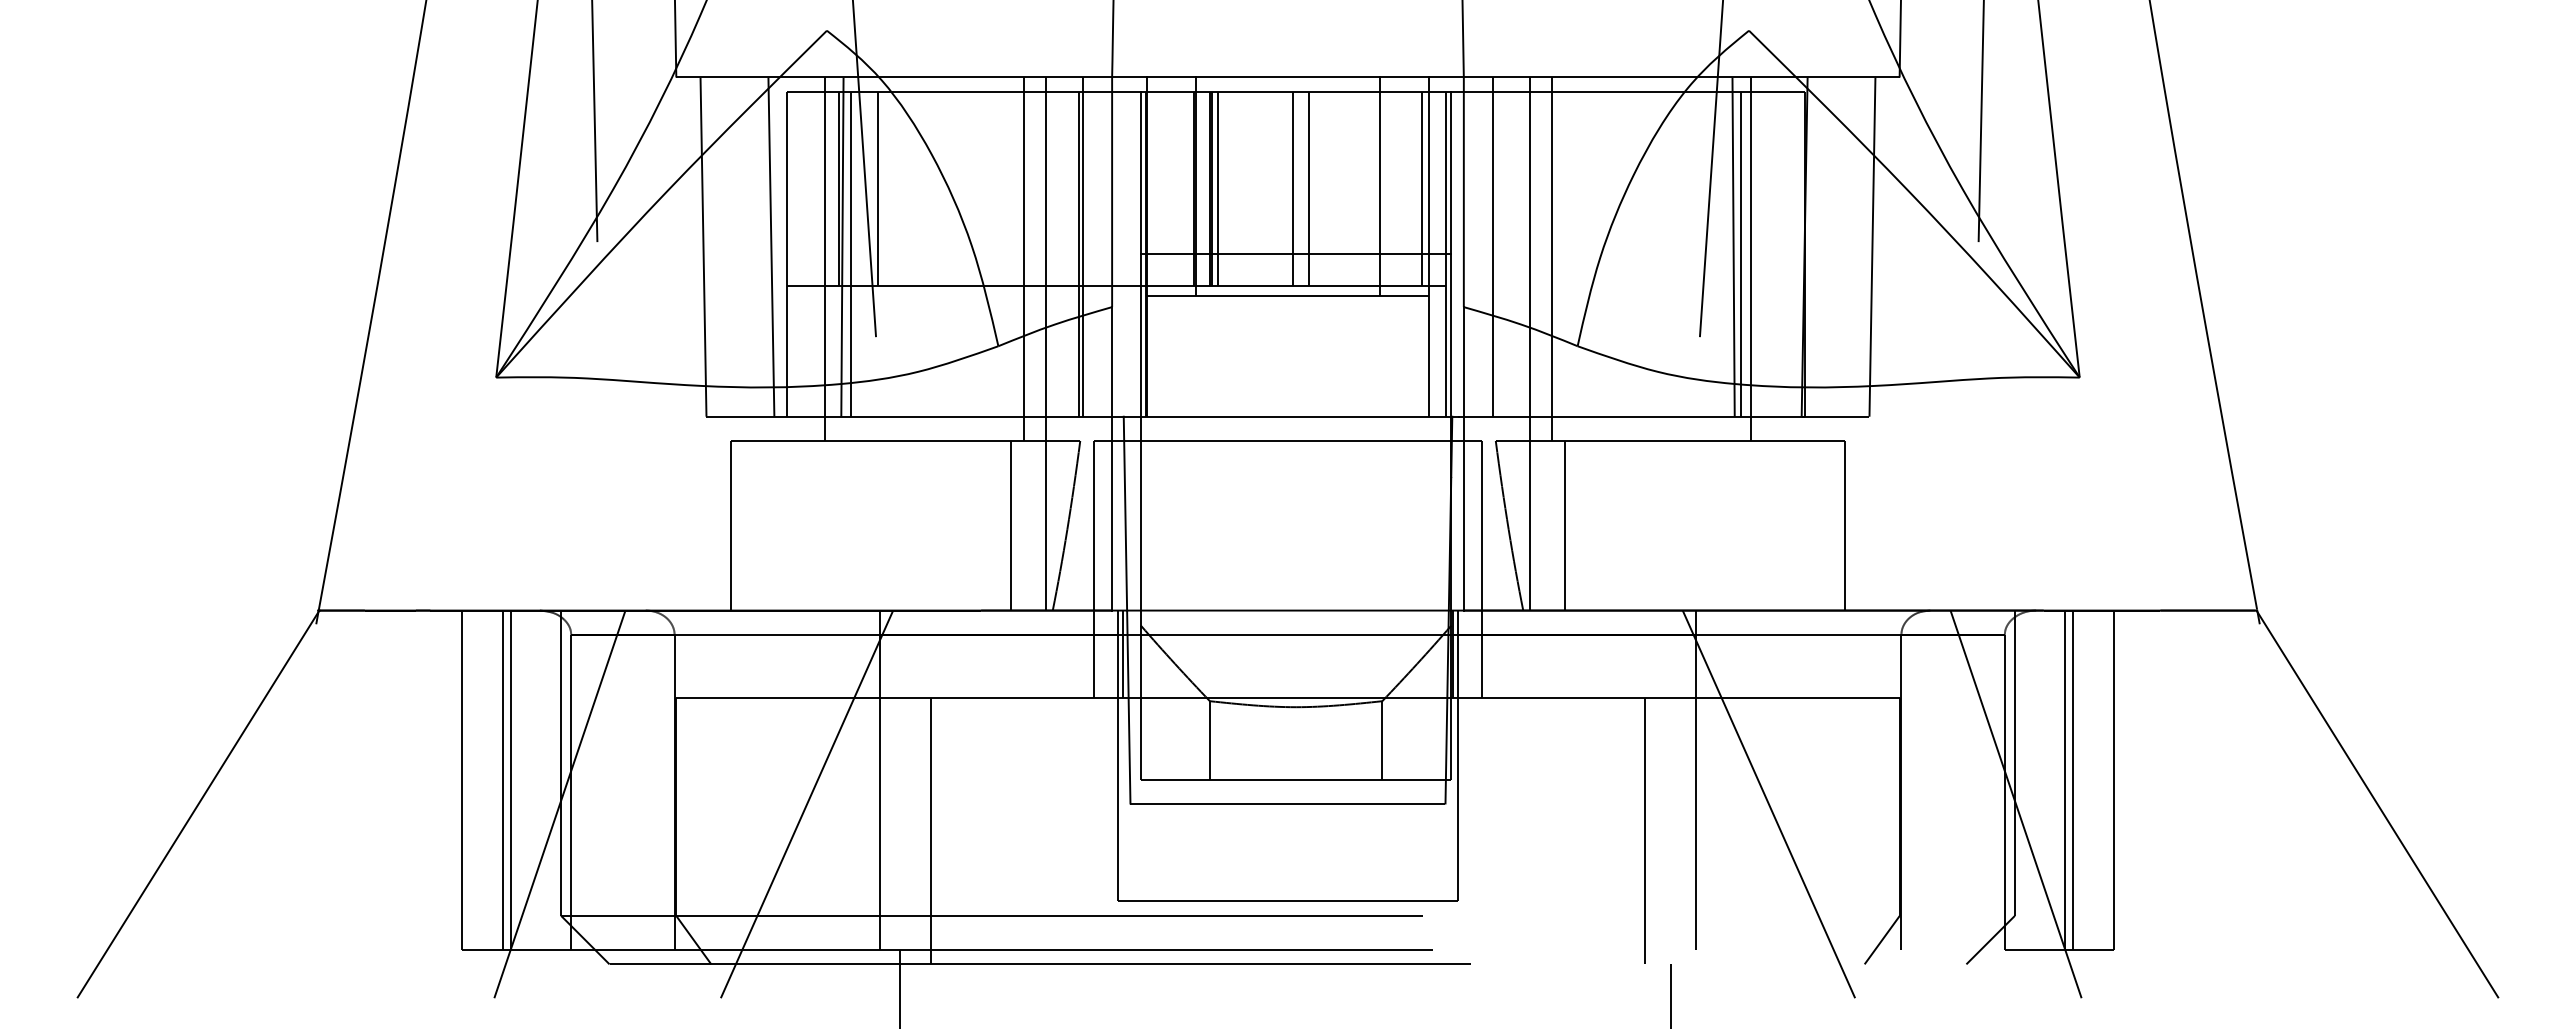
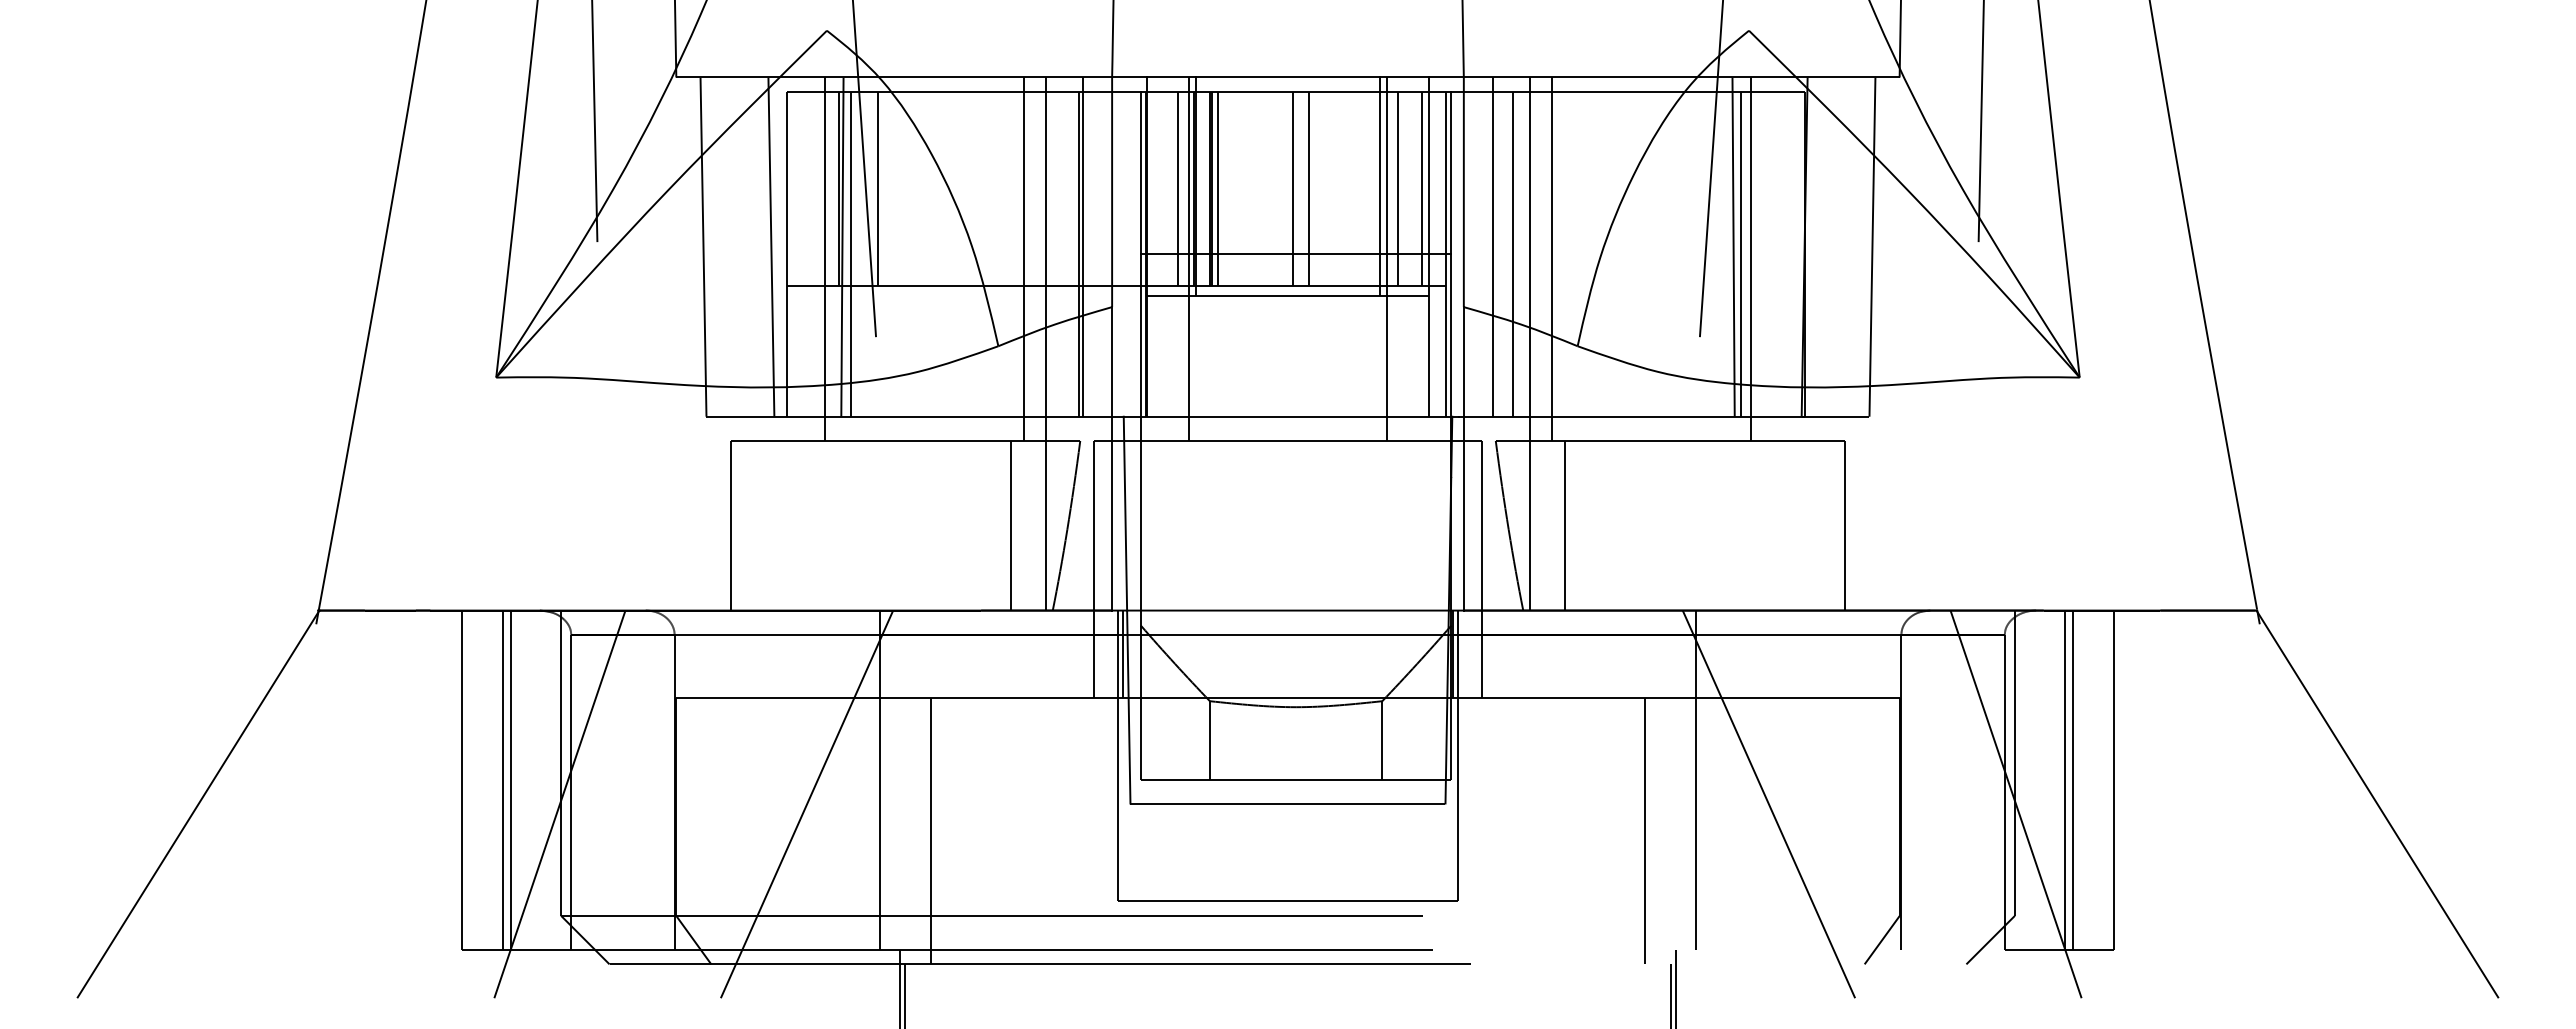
line at (1177, 188): none -> present
line at (1397, 188): none -> present
line at (1513, 254): none -> present
line at (1188, 258): none -> present
line at (1387, 258): none -> present
line at (1675, 987): none -> present
line at (905, 994): none -> present
